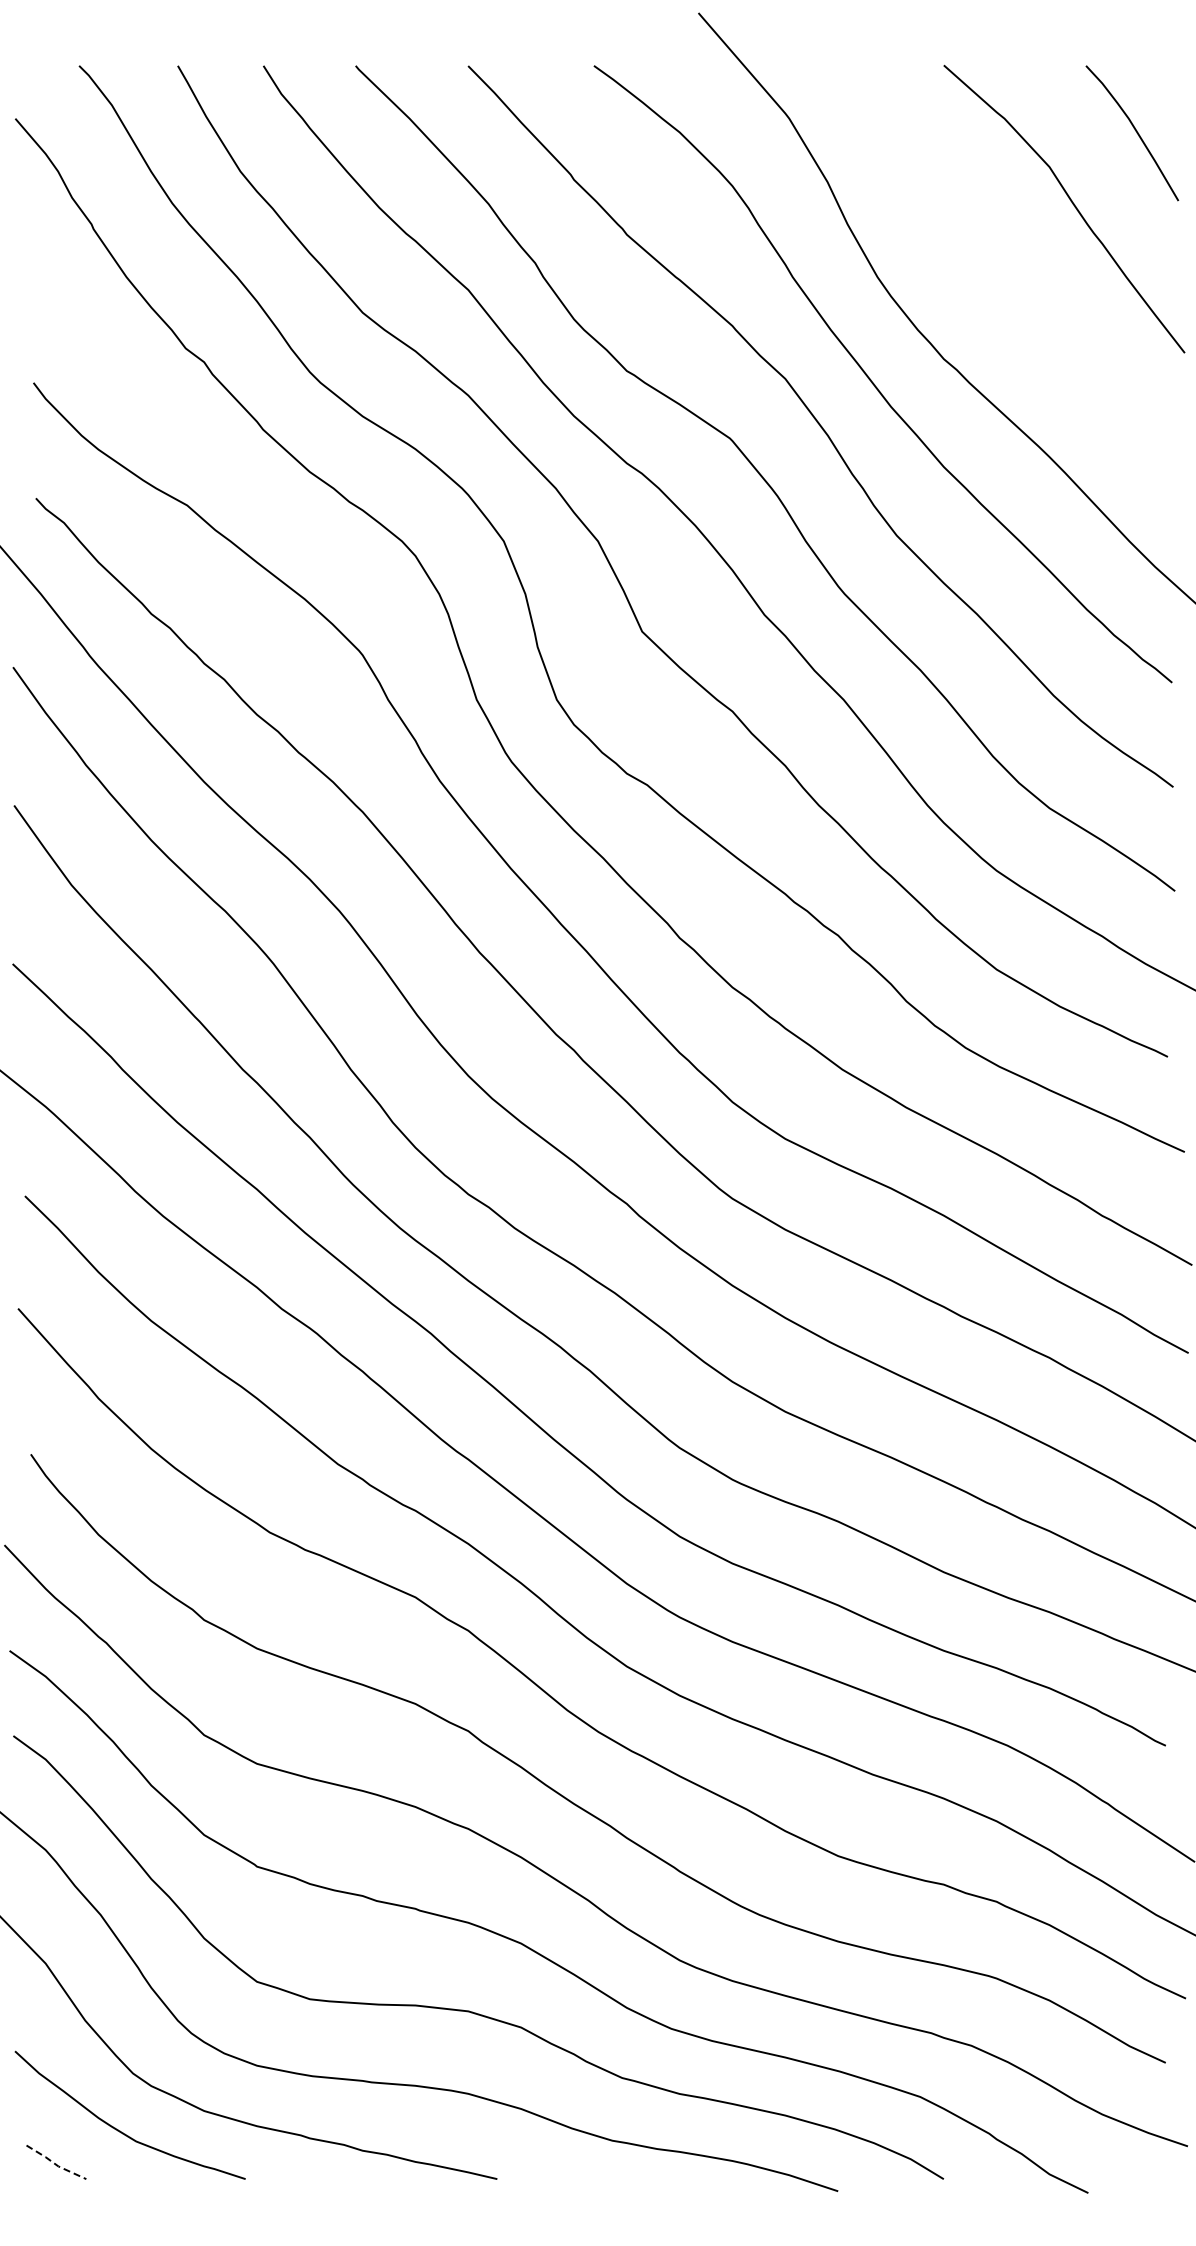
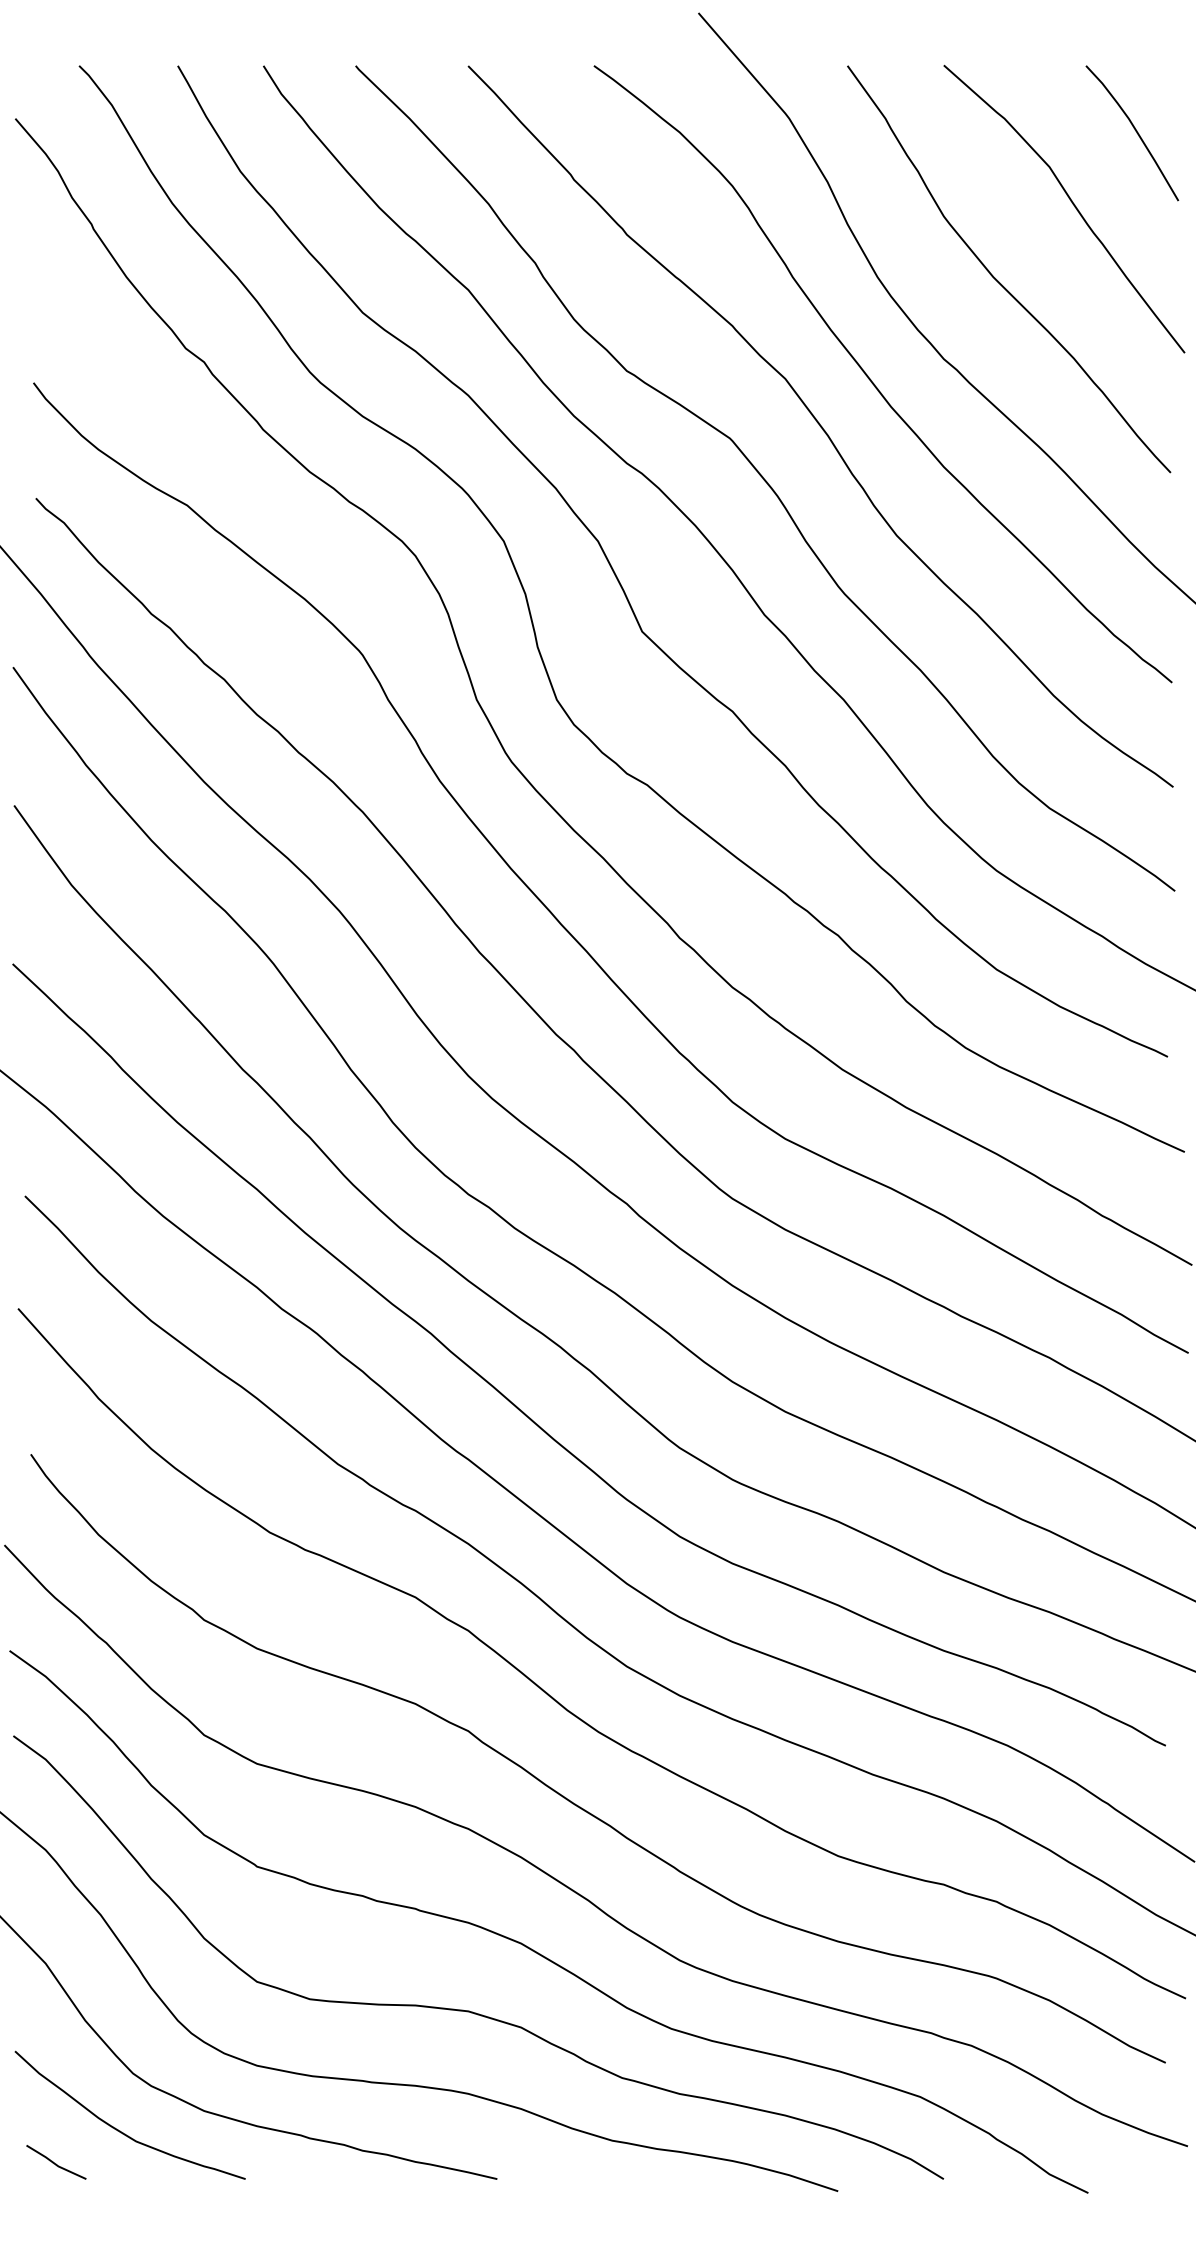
curve at (998, 280): none -> present
line at (55, 2164): dashed -> solid
